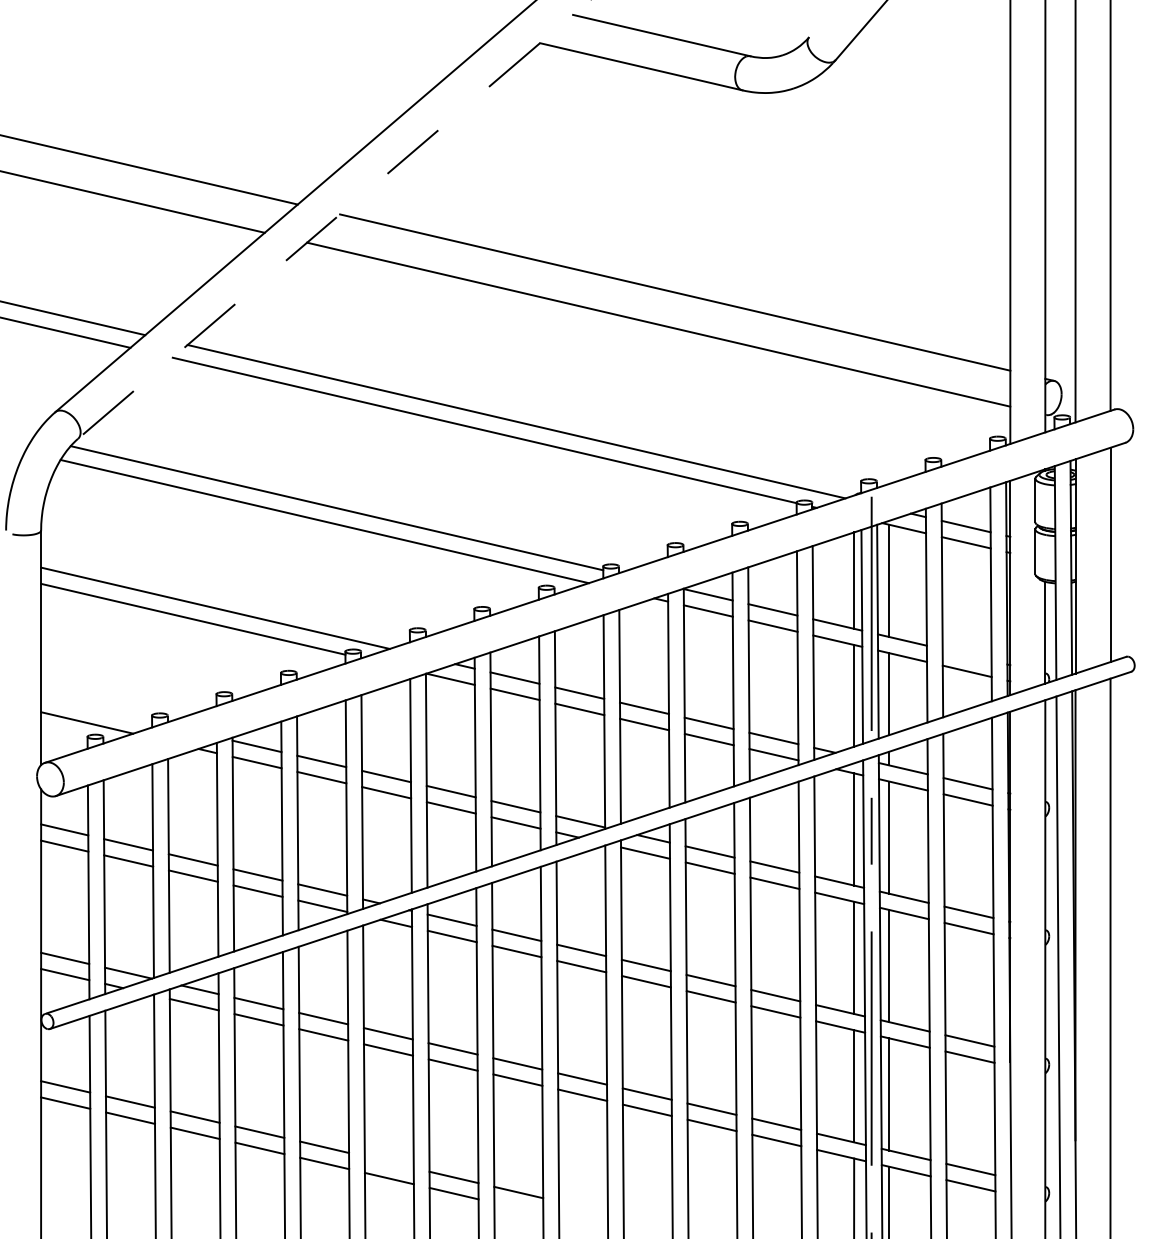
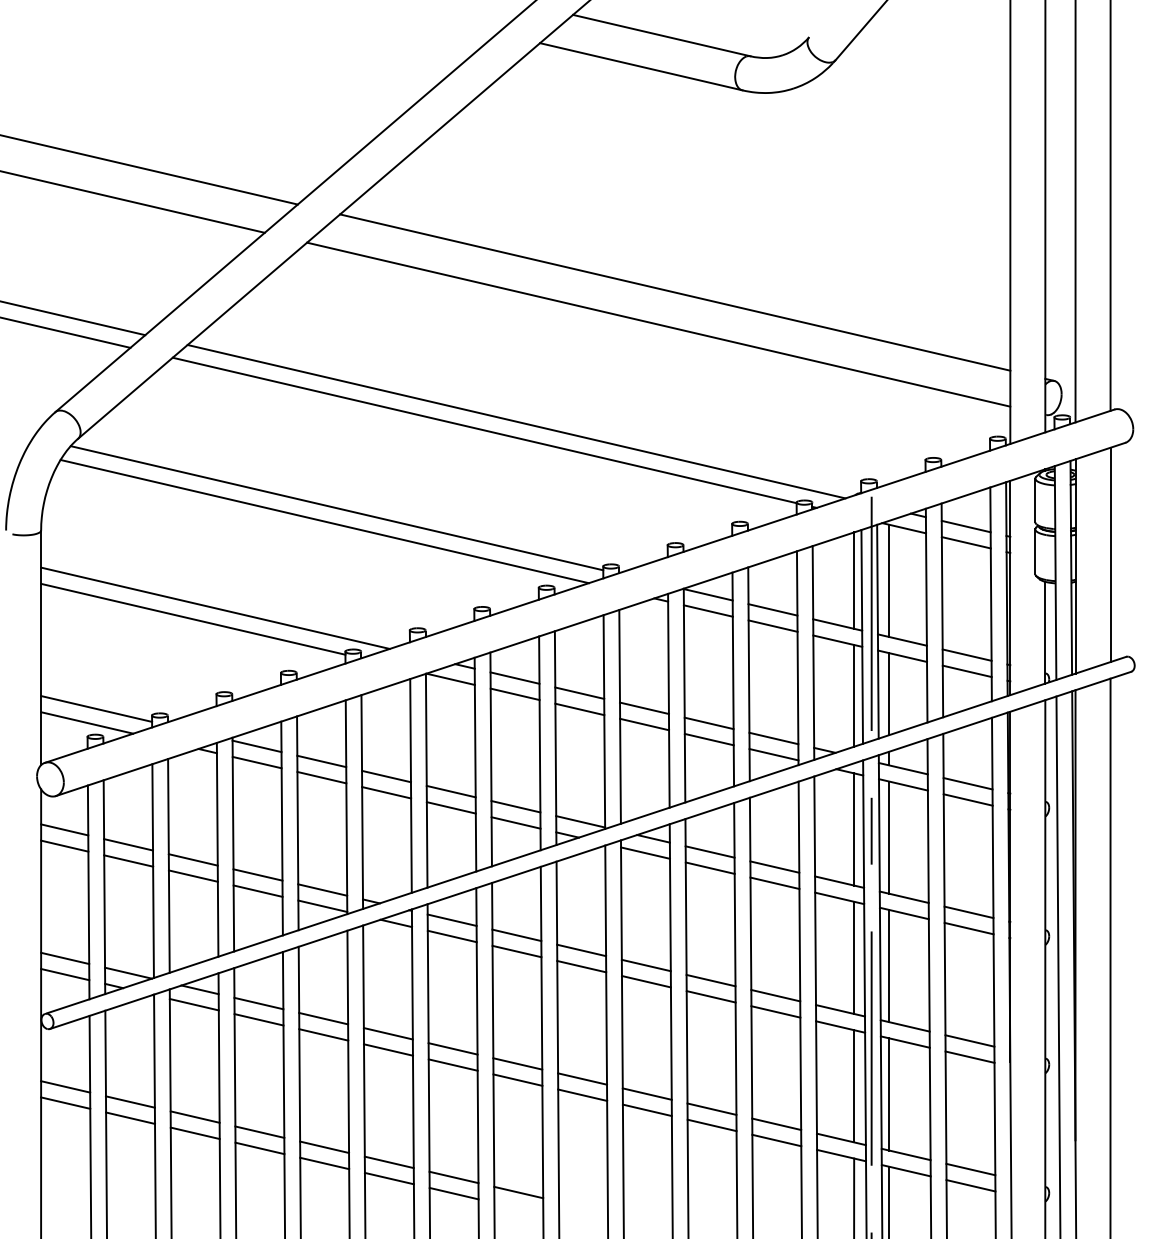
line at (334, 219): dashed -> solid
line at (966, 654): none -> present
line at (96, 708): none -> present
line at (388, 1162): none -> present
